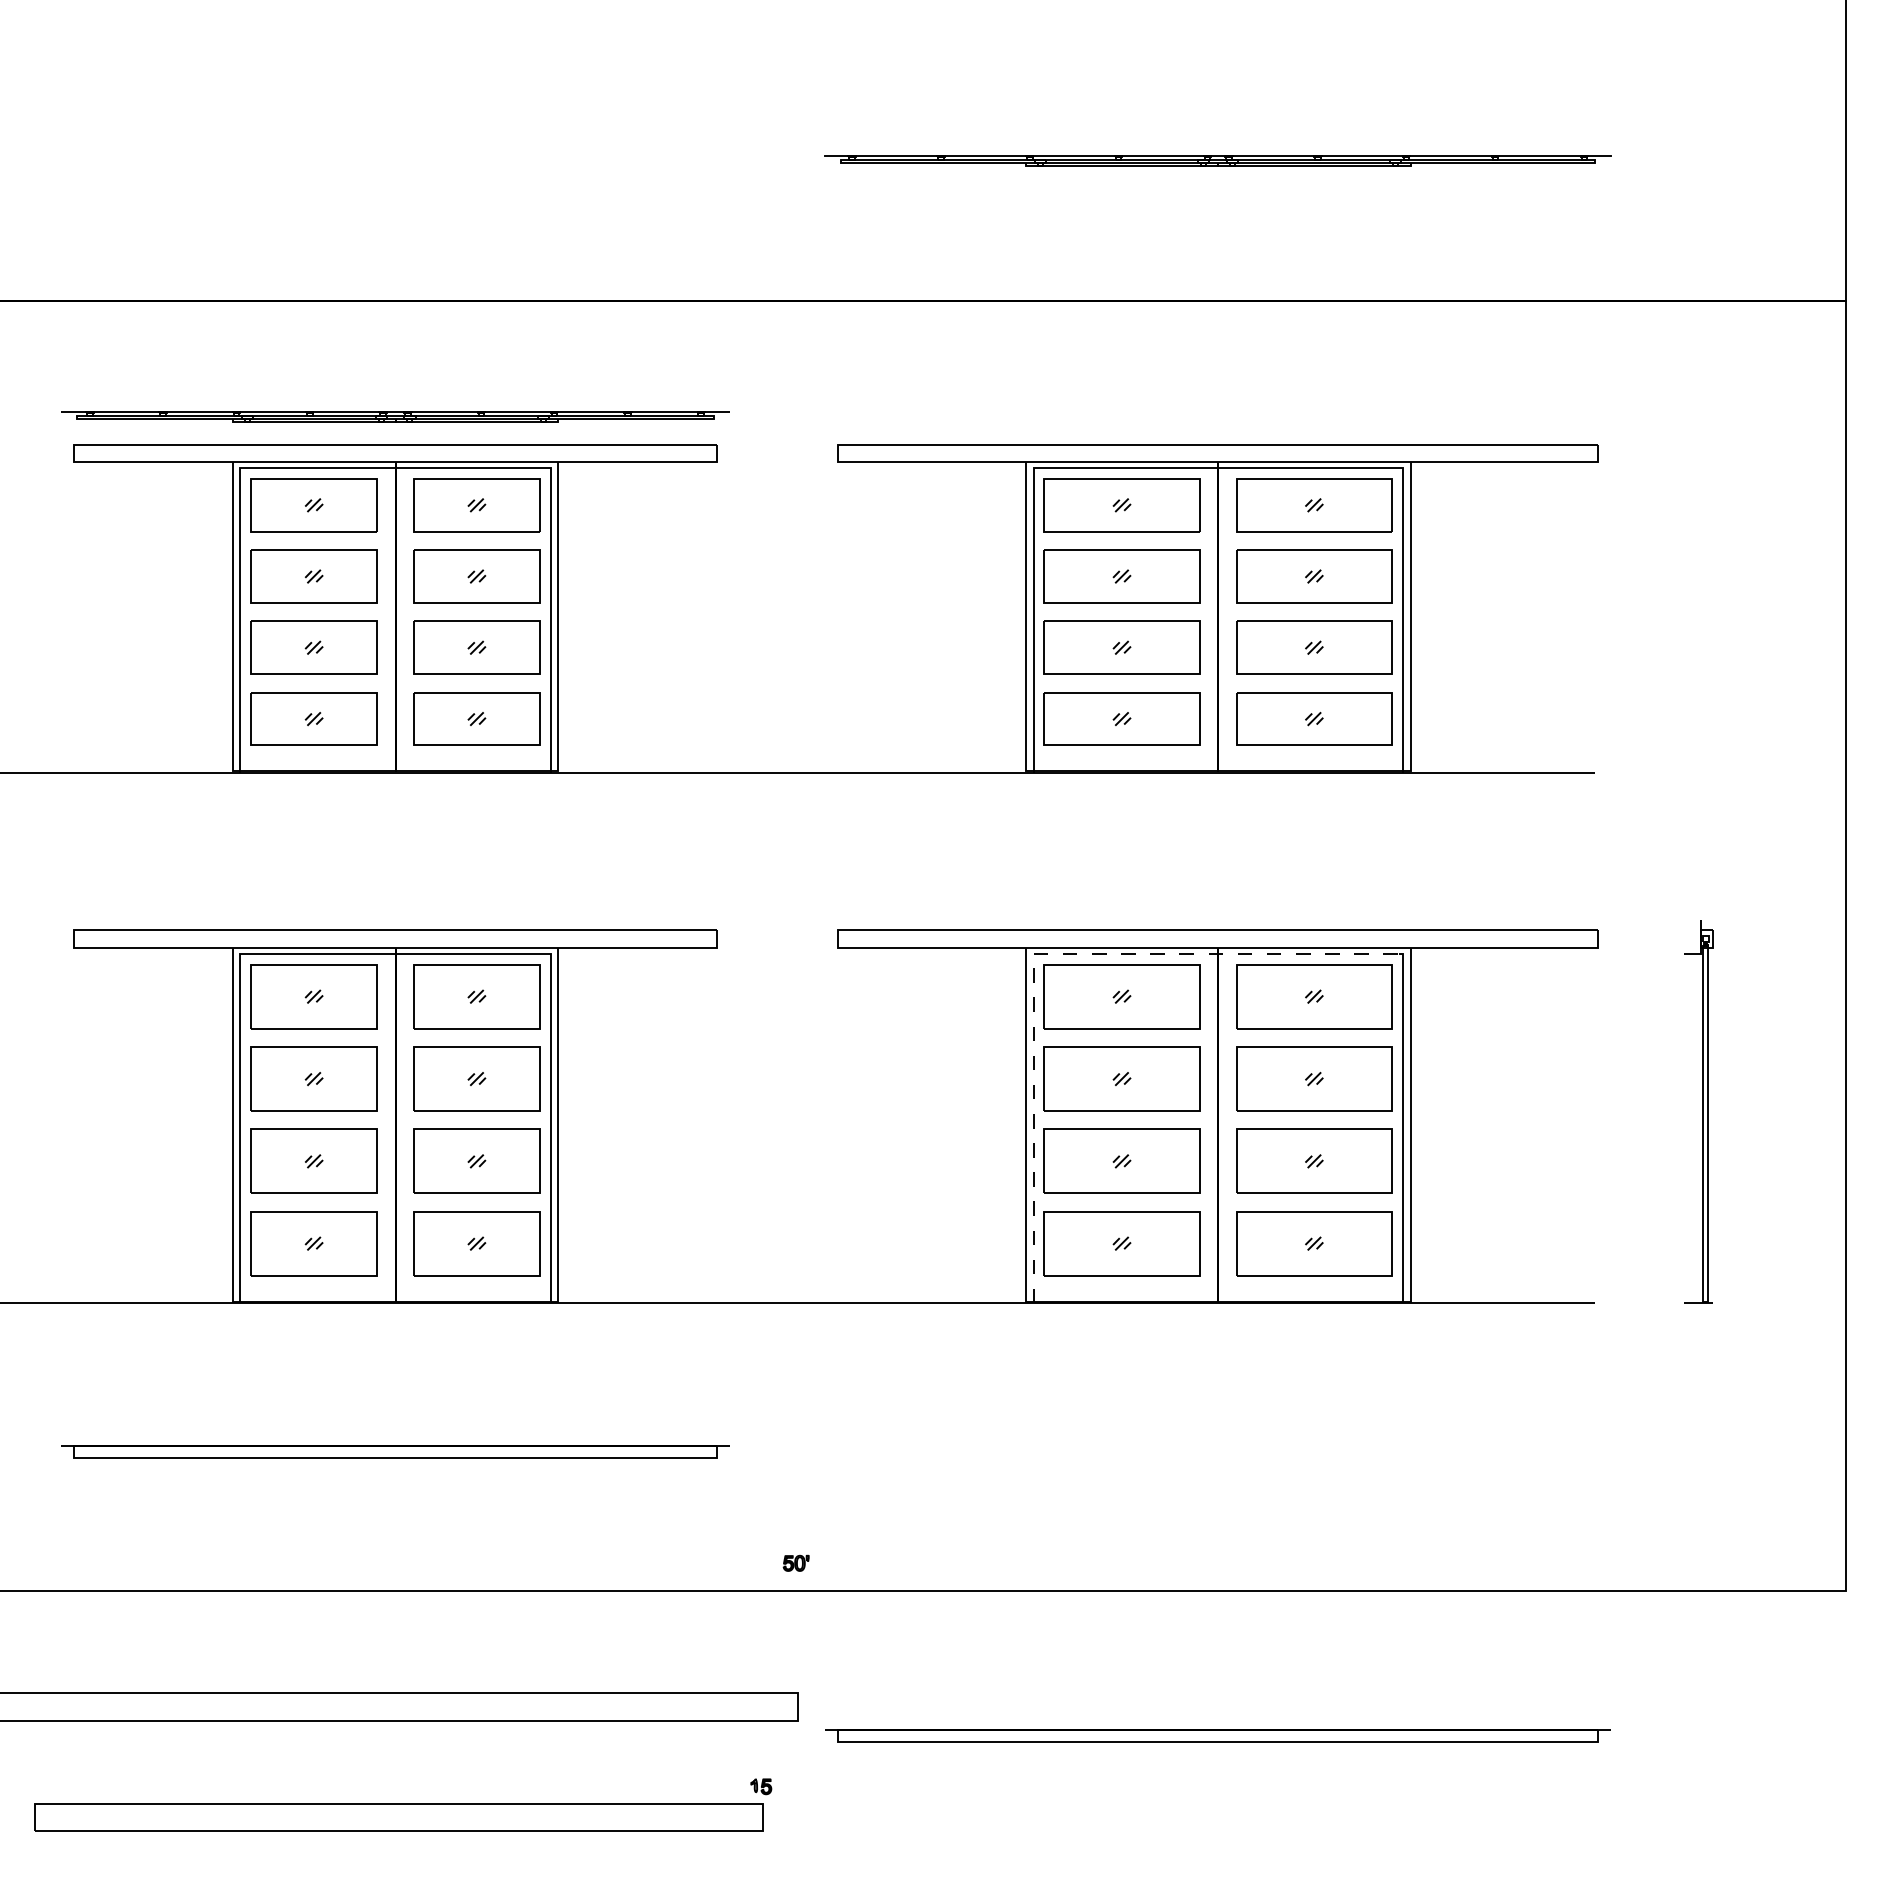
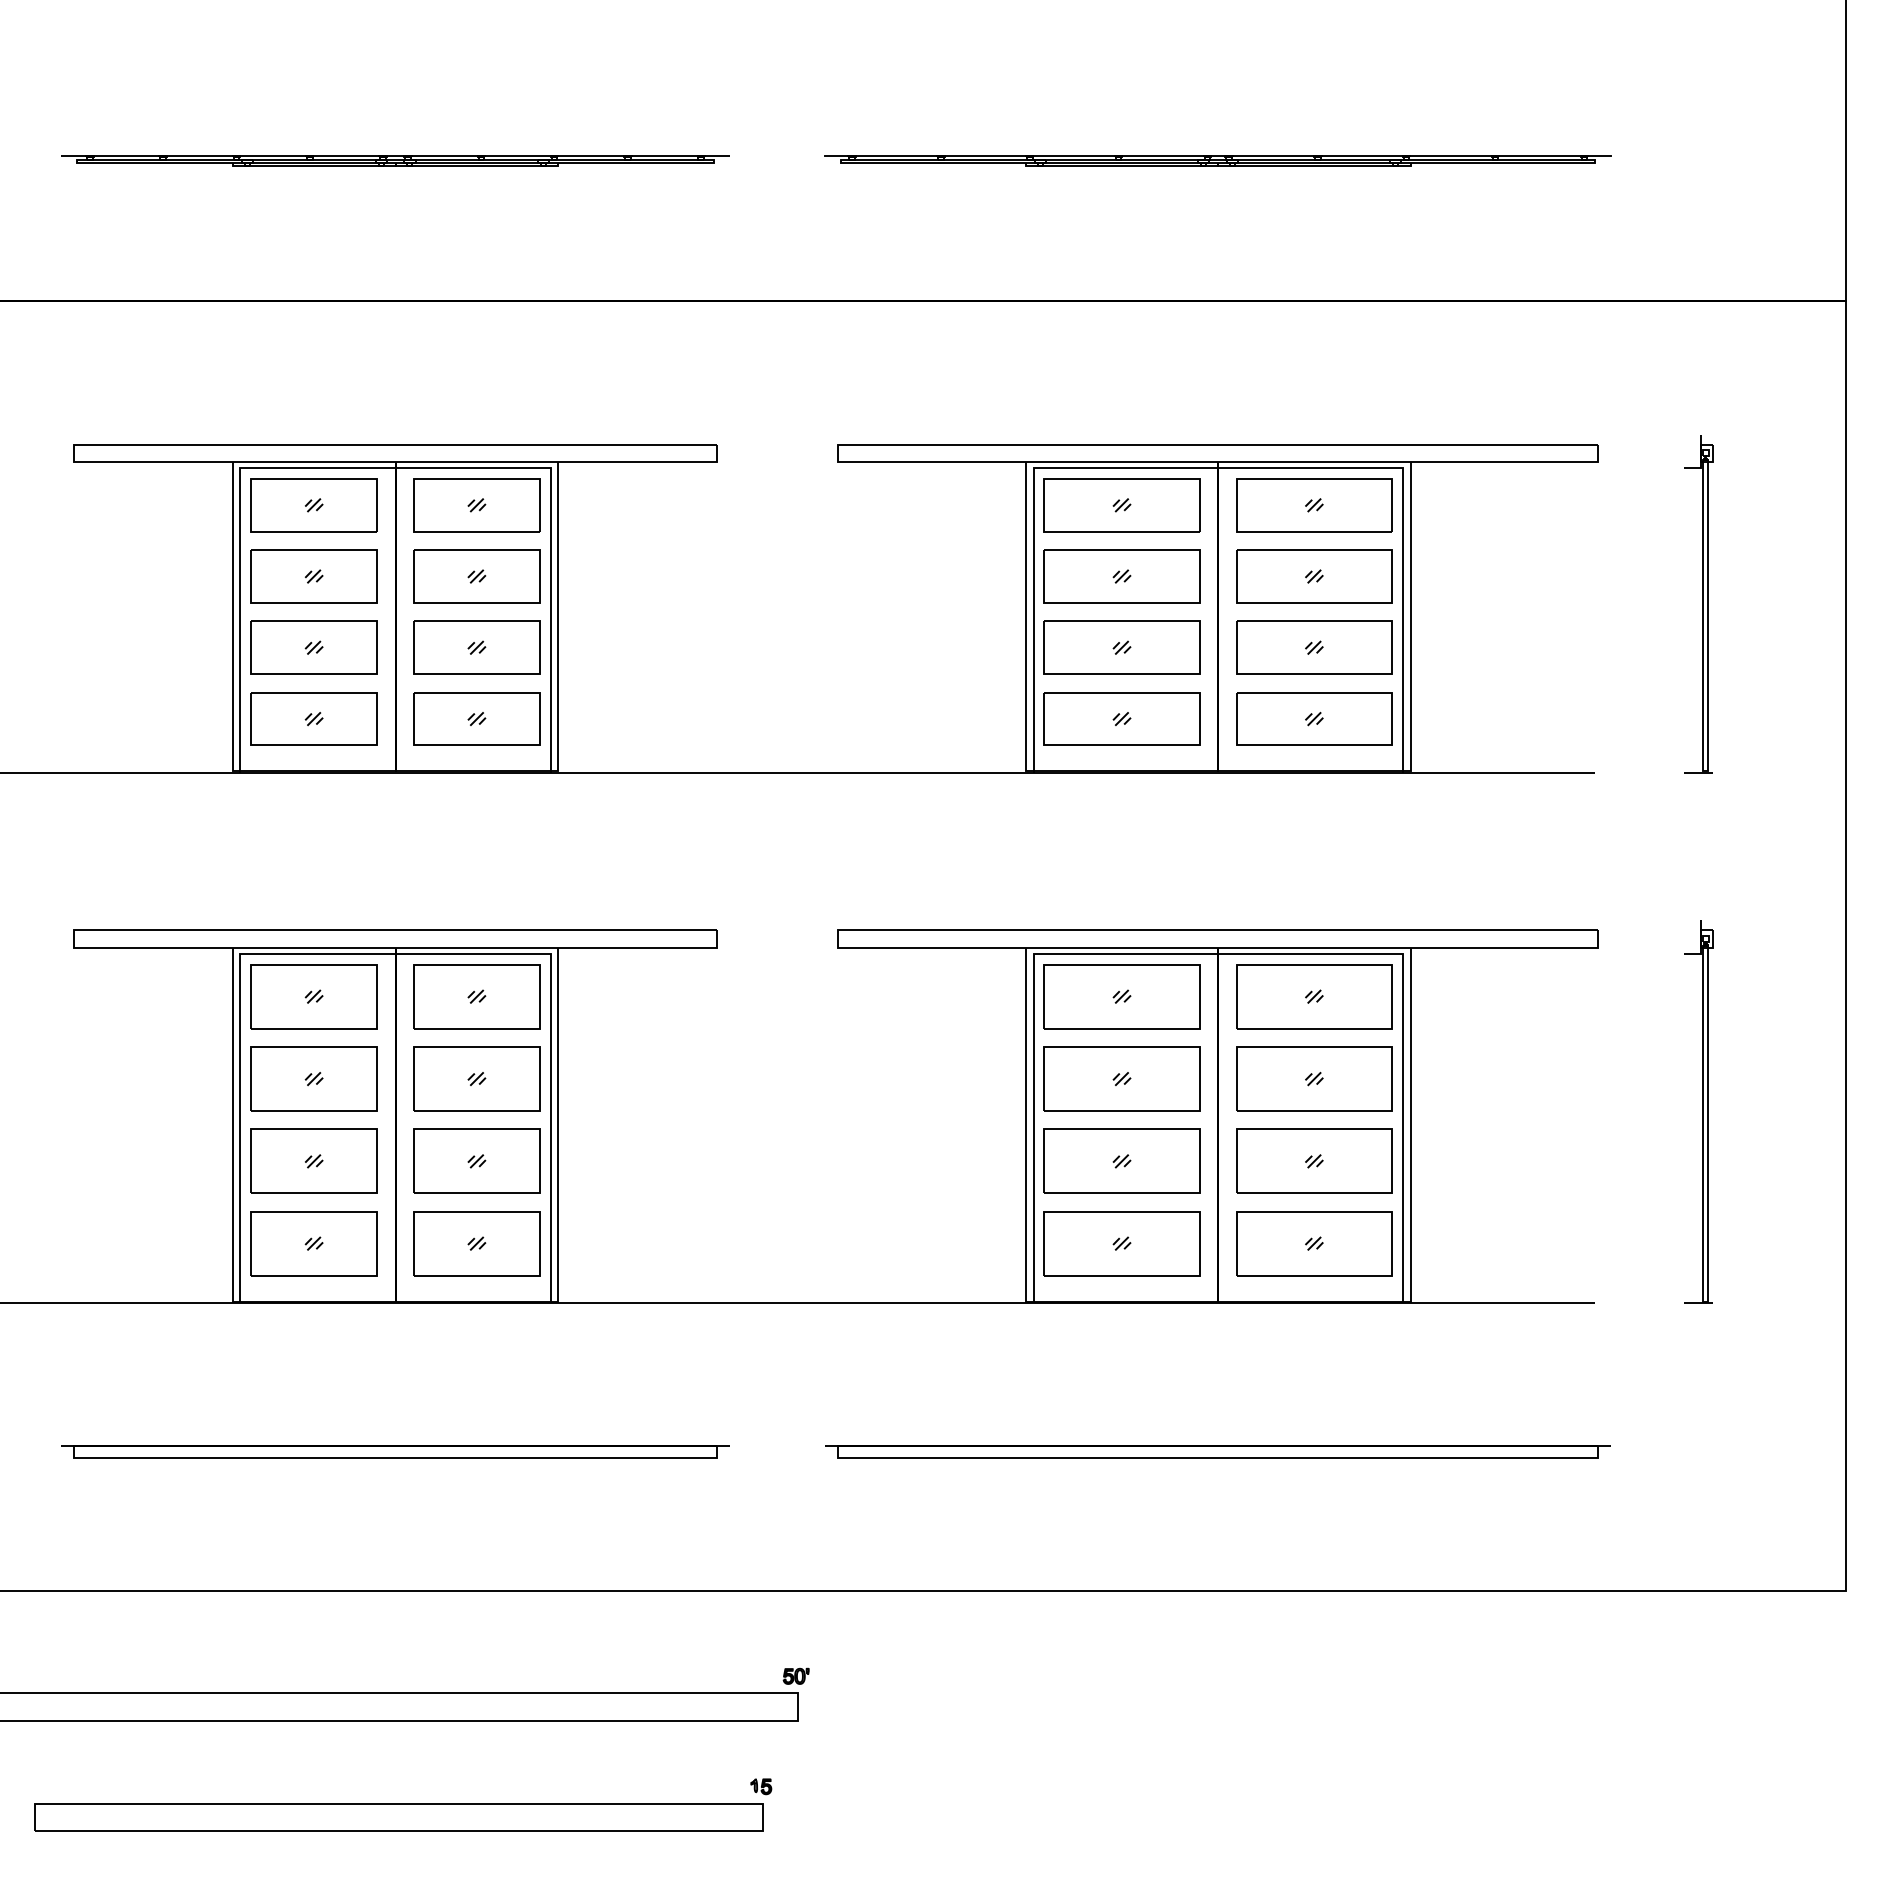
part at (395, 416) position: (395, 416) -> (395, 160)
part at (1698, 604): none -> present
line at (1041, 953): dashed -> solid
part at (795, 1562) position: (795, 1562) -> (795, 1675)
part at (1217, 1735) position: (1217, 1735) -> (1217, 1451)
